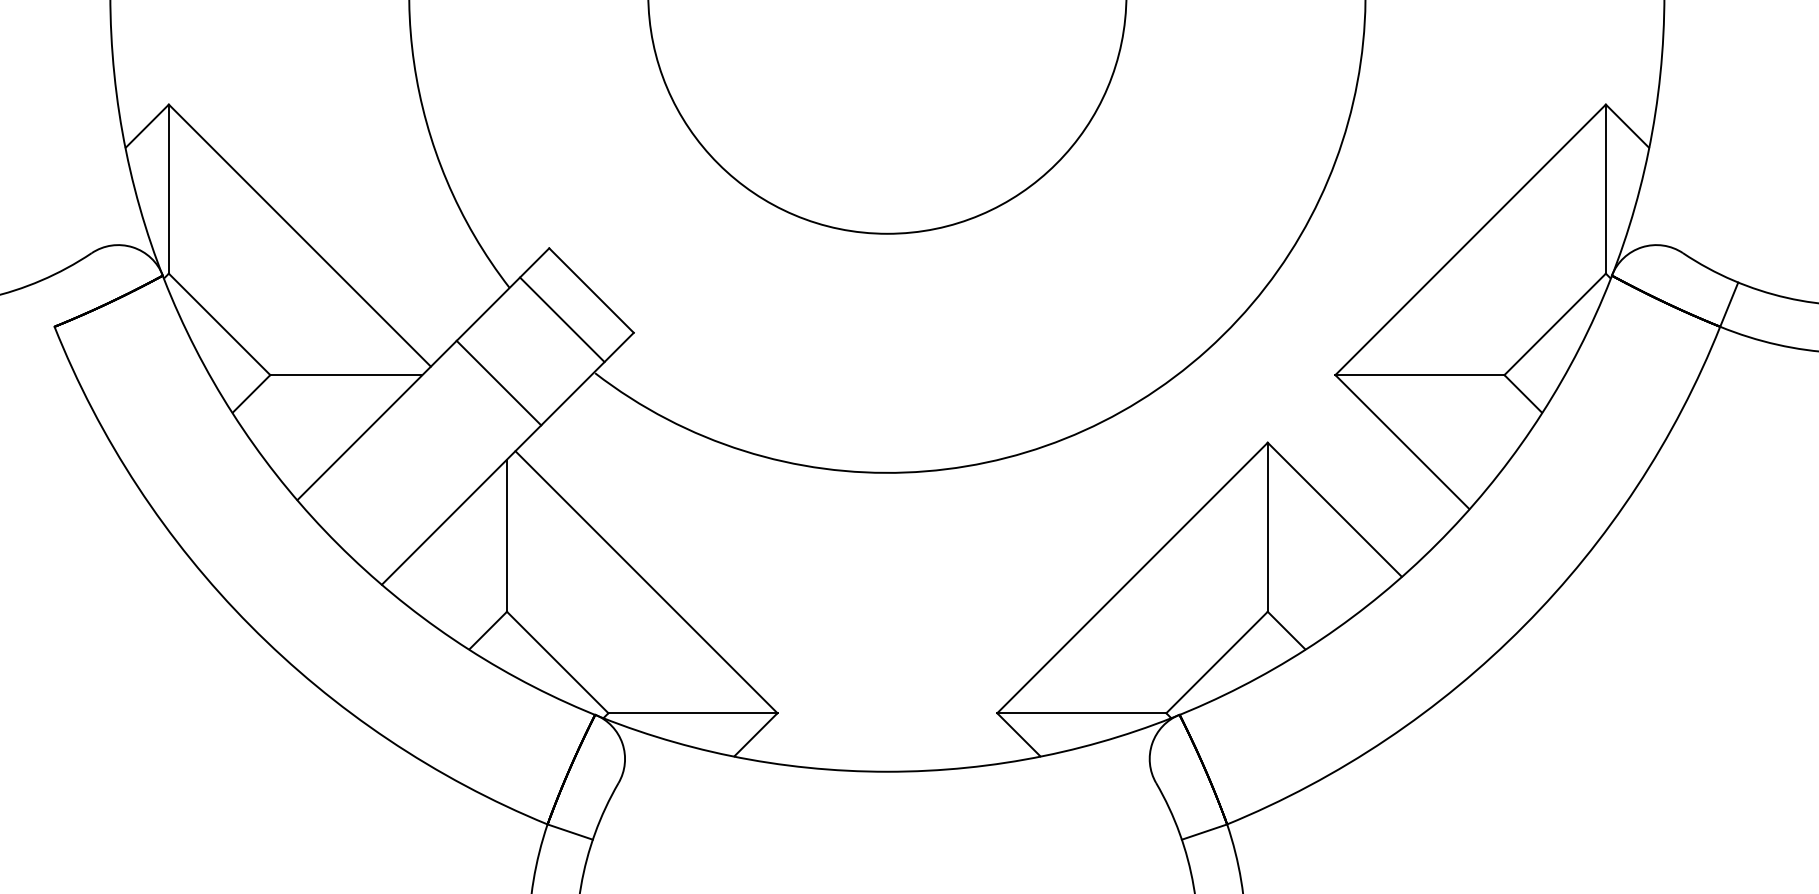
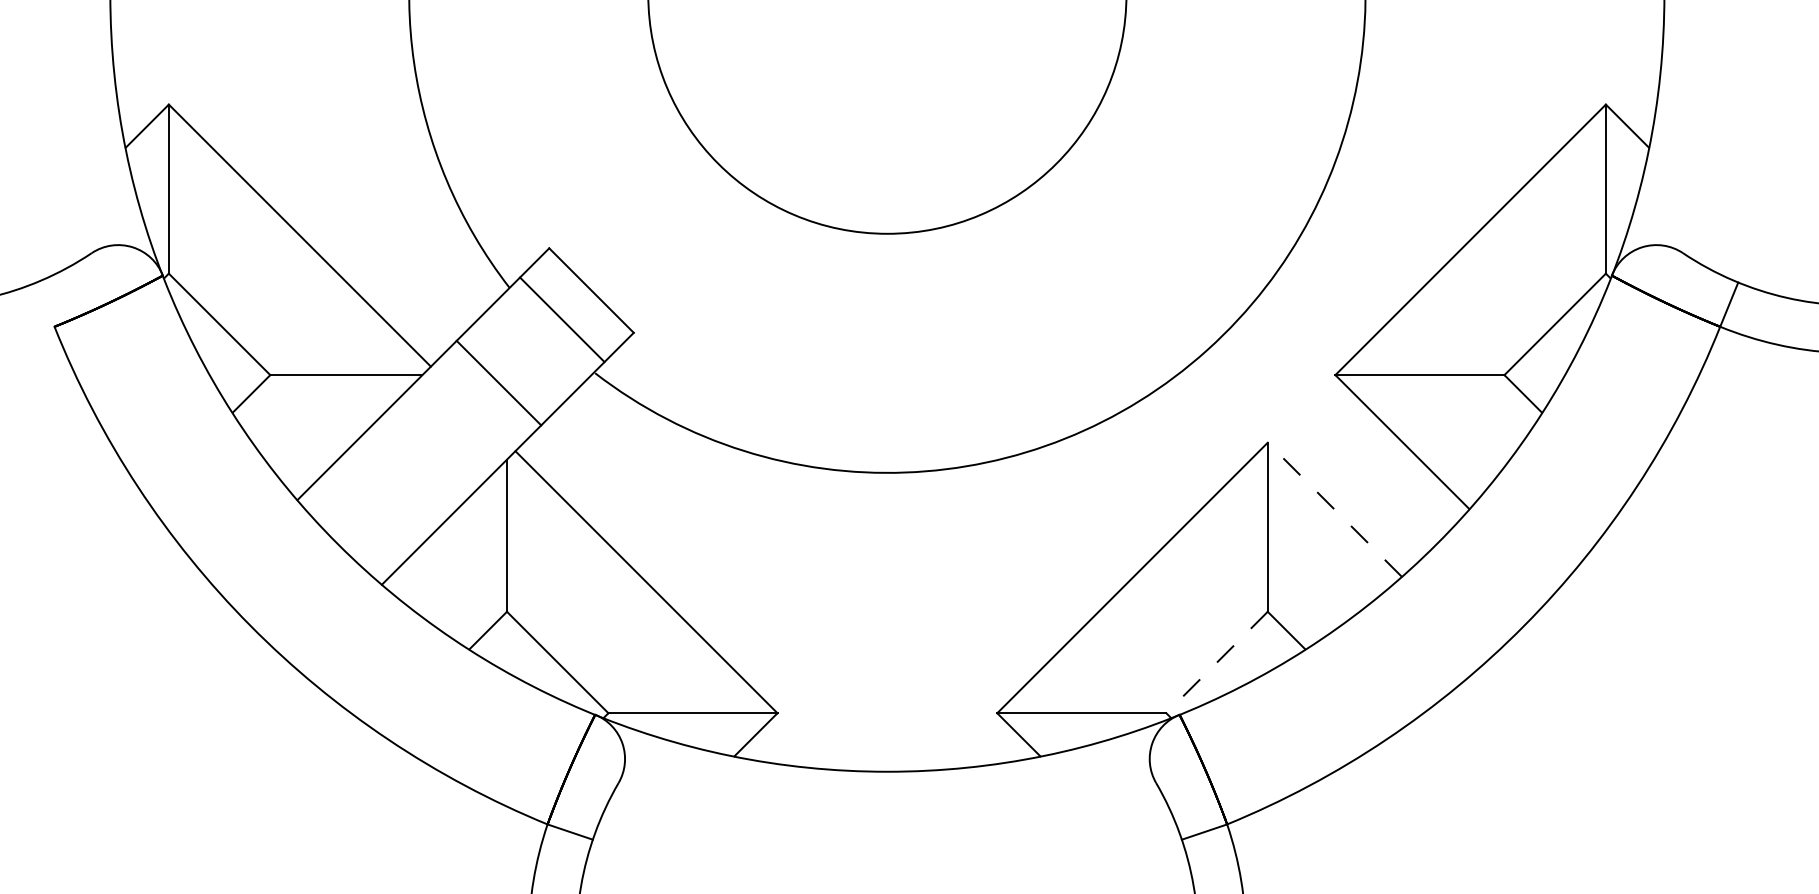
line at (1334, 509): solid -> dashed
line at (1217, 662): solid -> dashed
